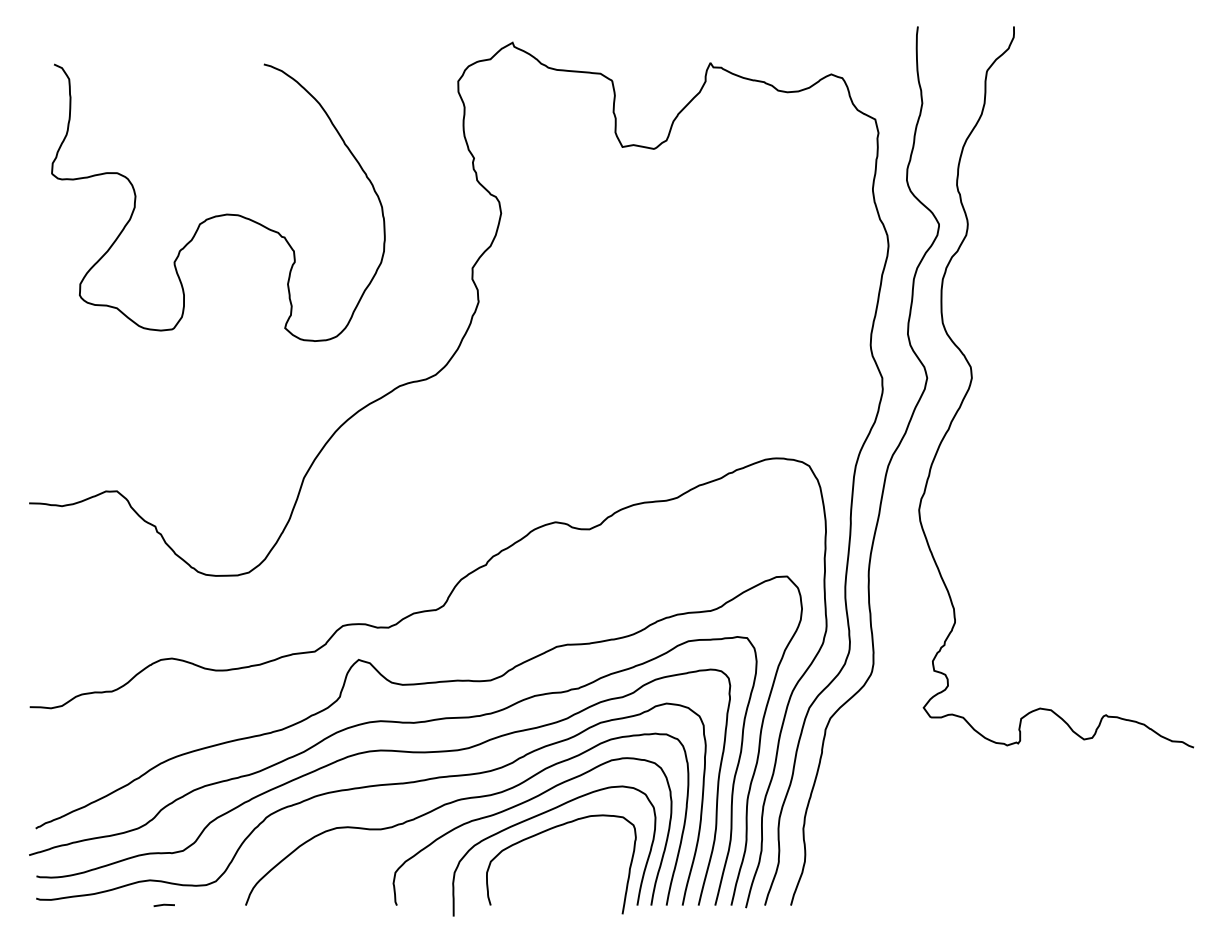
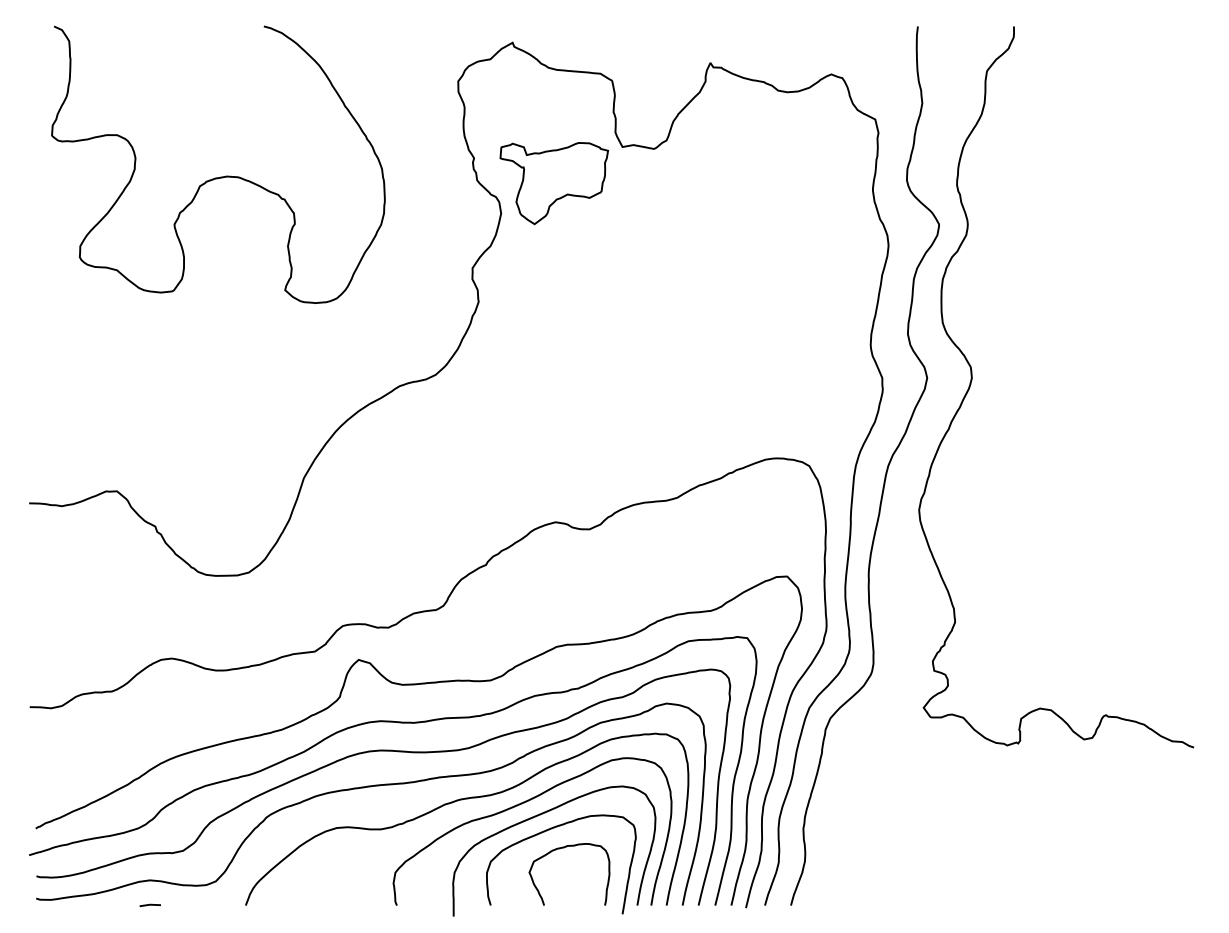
part at (554, 183): none -> present
curve at (220, 214) position: (220, 214) -> (220, 176)
curve at (564, 848): none -> present
line at (163, 905) position: (163, 905) -> (149, 905)
